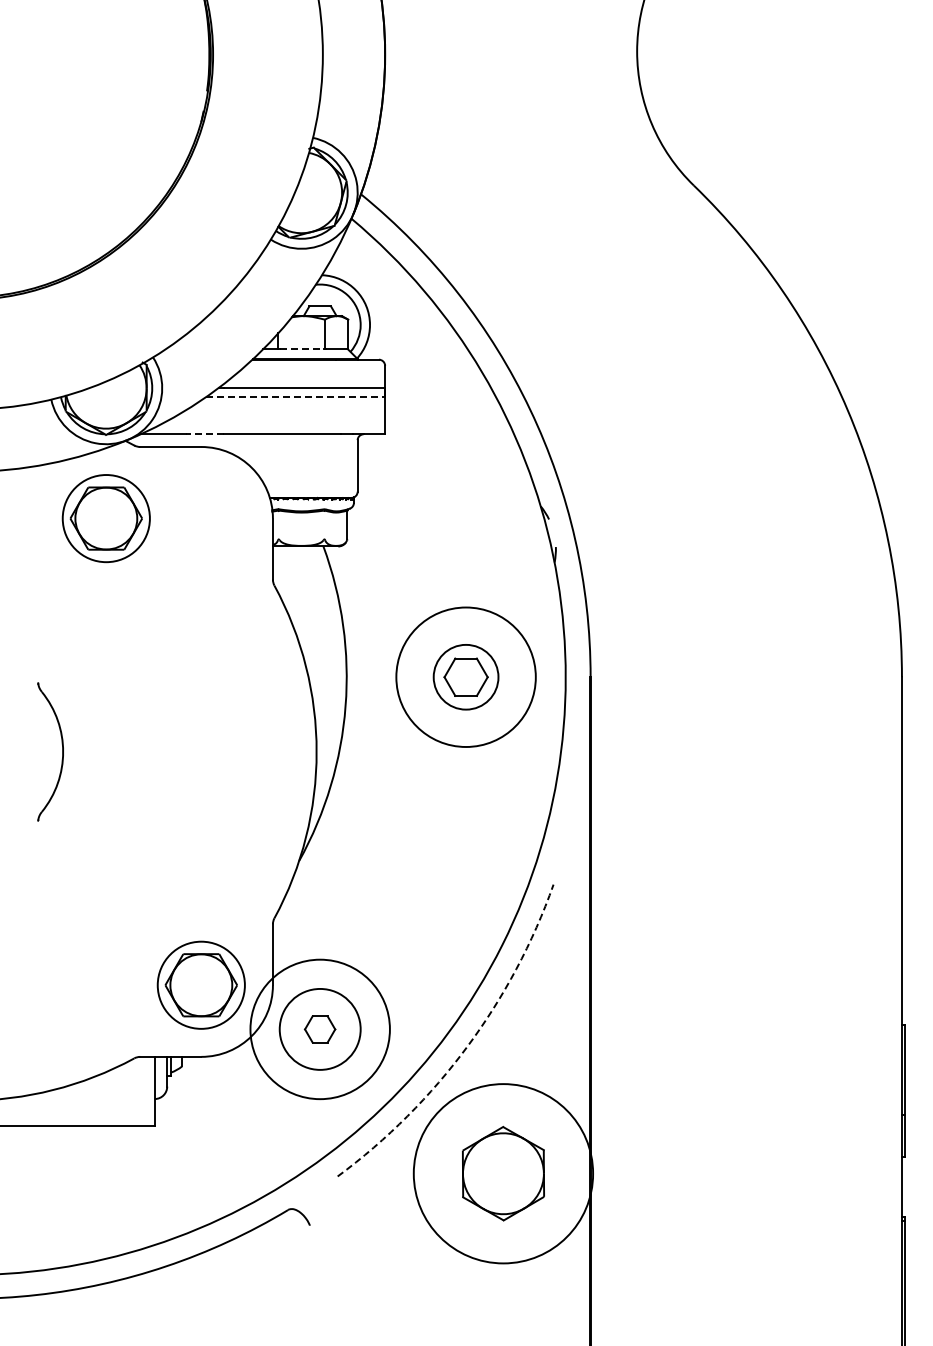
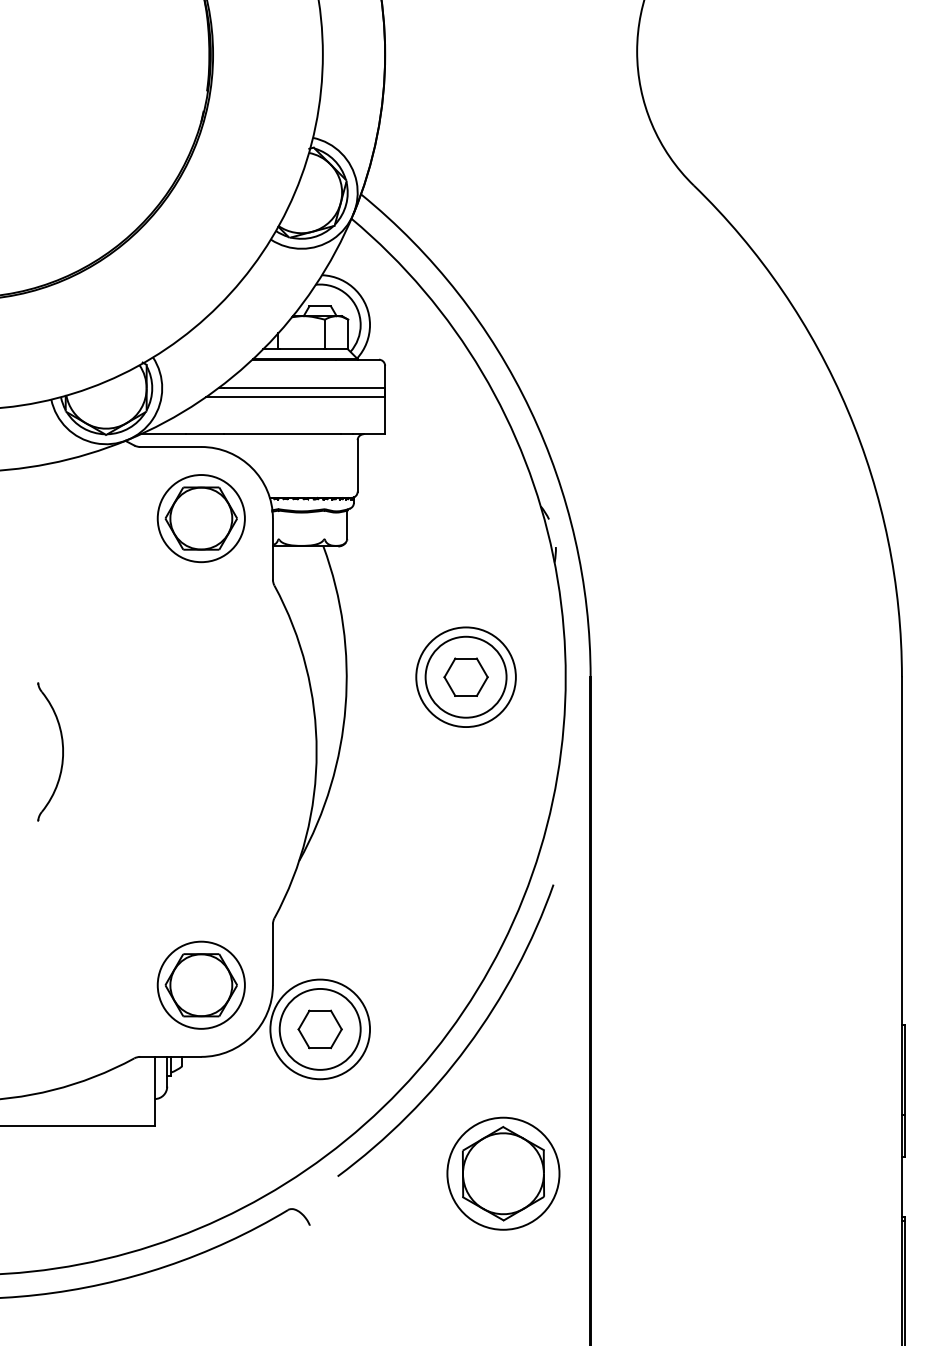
line at (302, 349): dashed -> solid
line at (296, 397): dashed -> solid
line at (204, 434): dashed -> solid
part at (105, 518) position: (105, 518) -> (200, 518)
circle at (465, 676) diameter: 139 px -> 100 px
circle at (465, 676) diameter: 65 px -> 81 px
circle at (319, 1029) diameter: 139 px -> 100 px
part at (319, 1029) size: 34x29 px -> 46x41 px
arc at (467, 1046): dashed -> solid
circle at (503, 1173) diameter: 179 px -> 112 px
